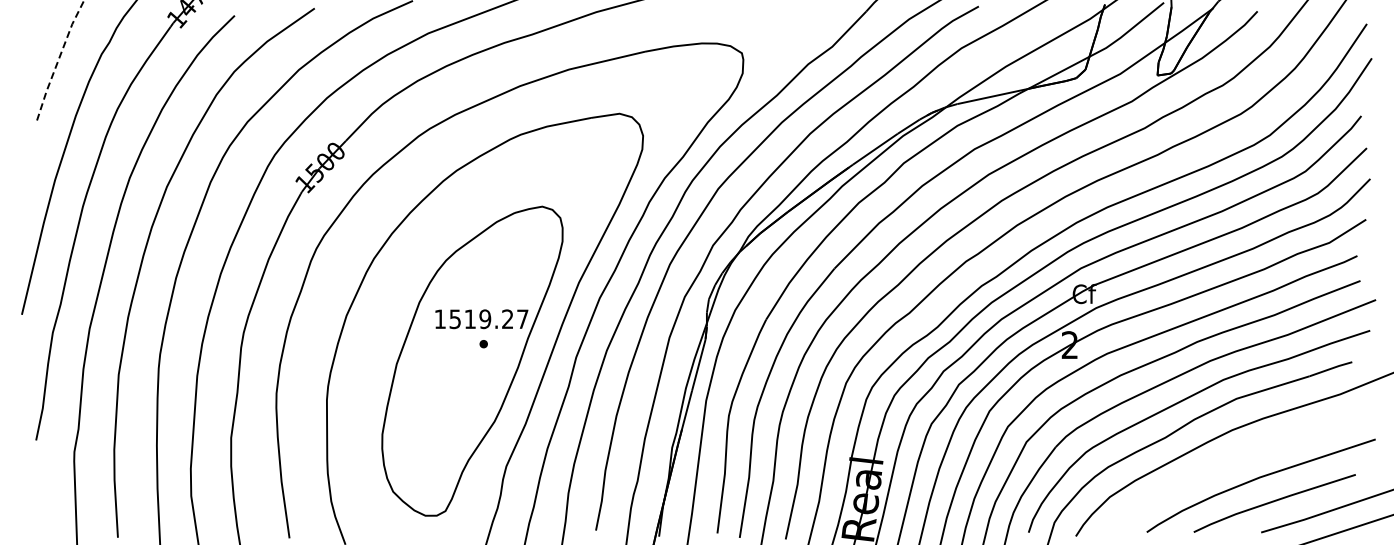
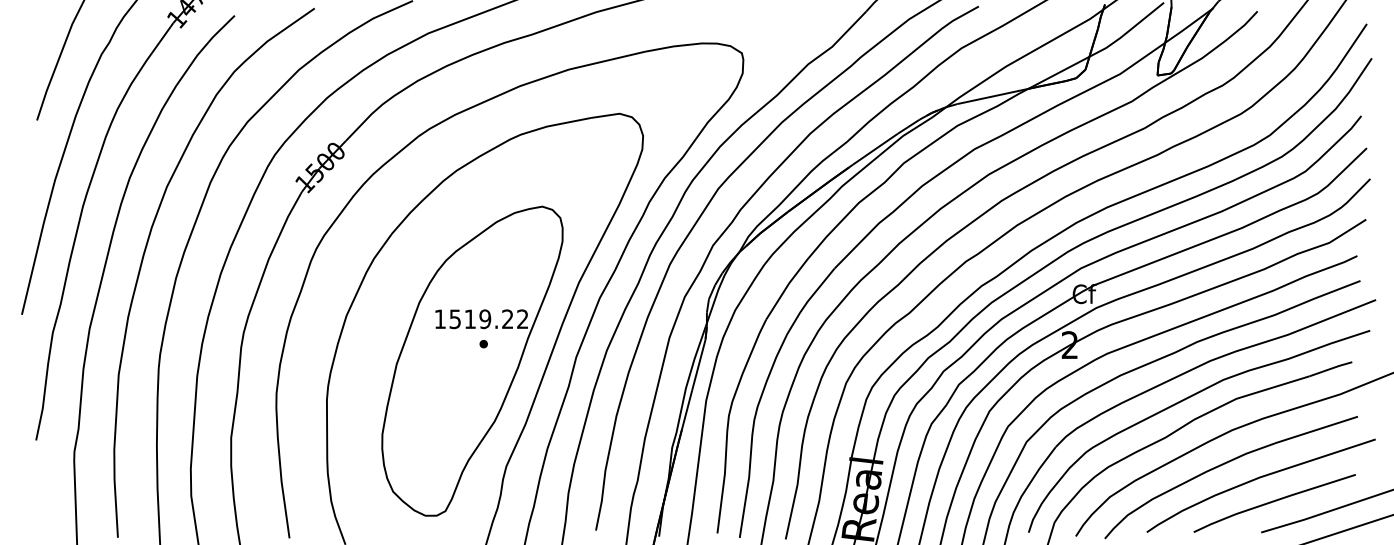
line at (58, 59): dashed -> solid
text at (522, 318): 1519.27 -> 1519.22
curve at (1223, 465): none -> present
